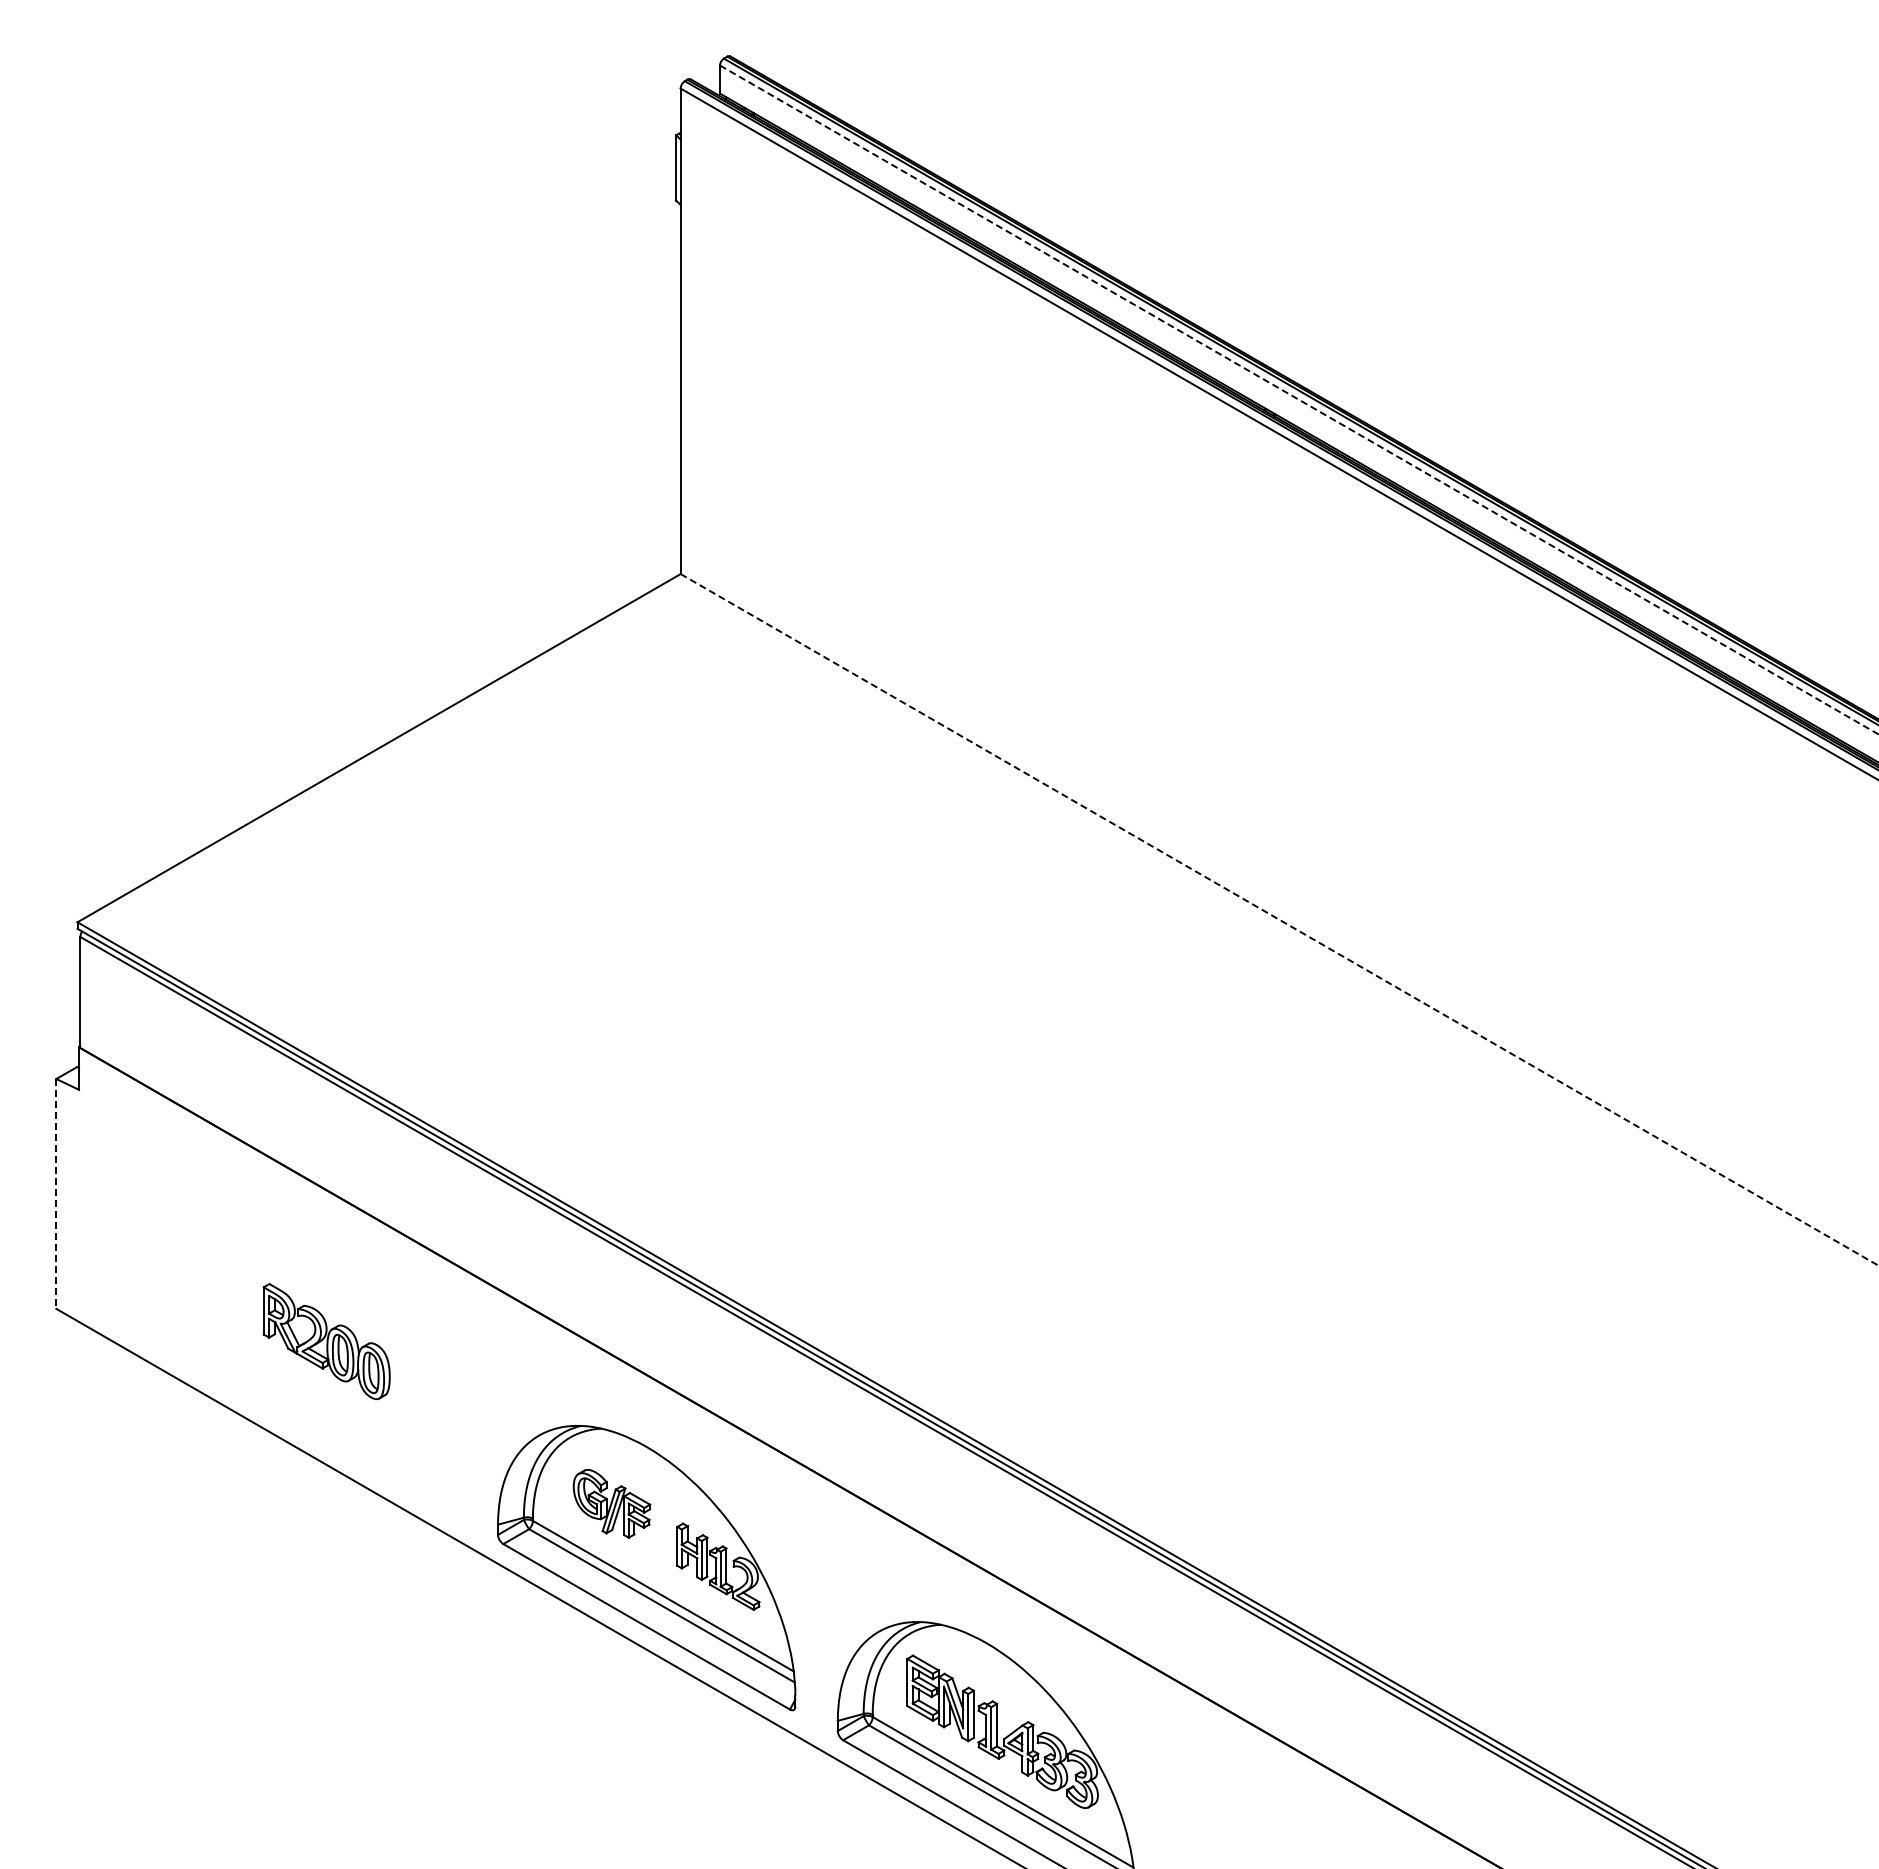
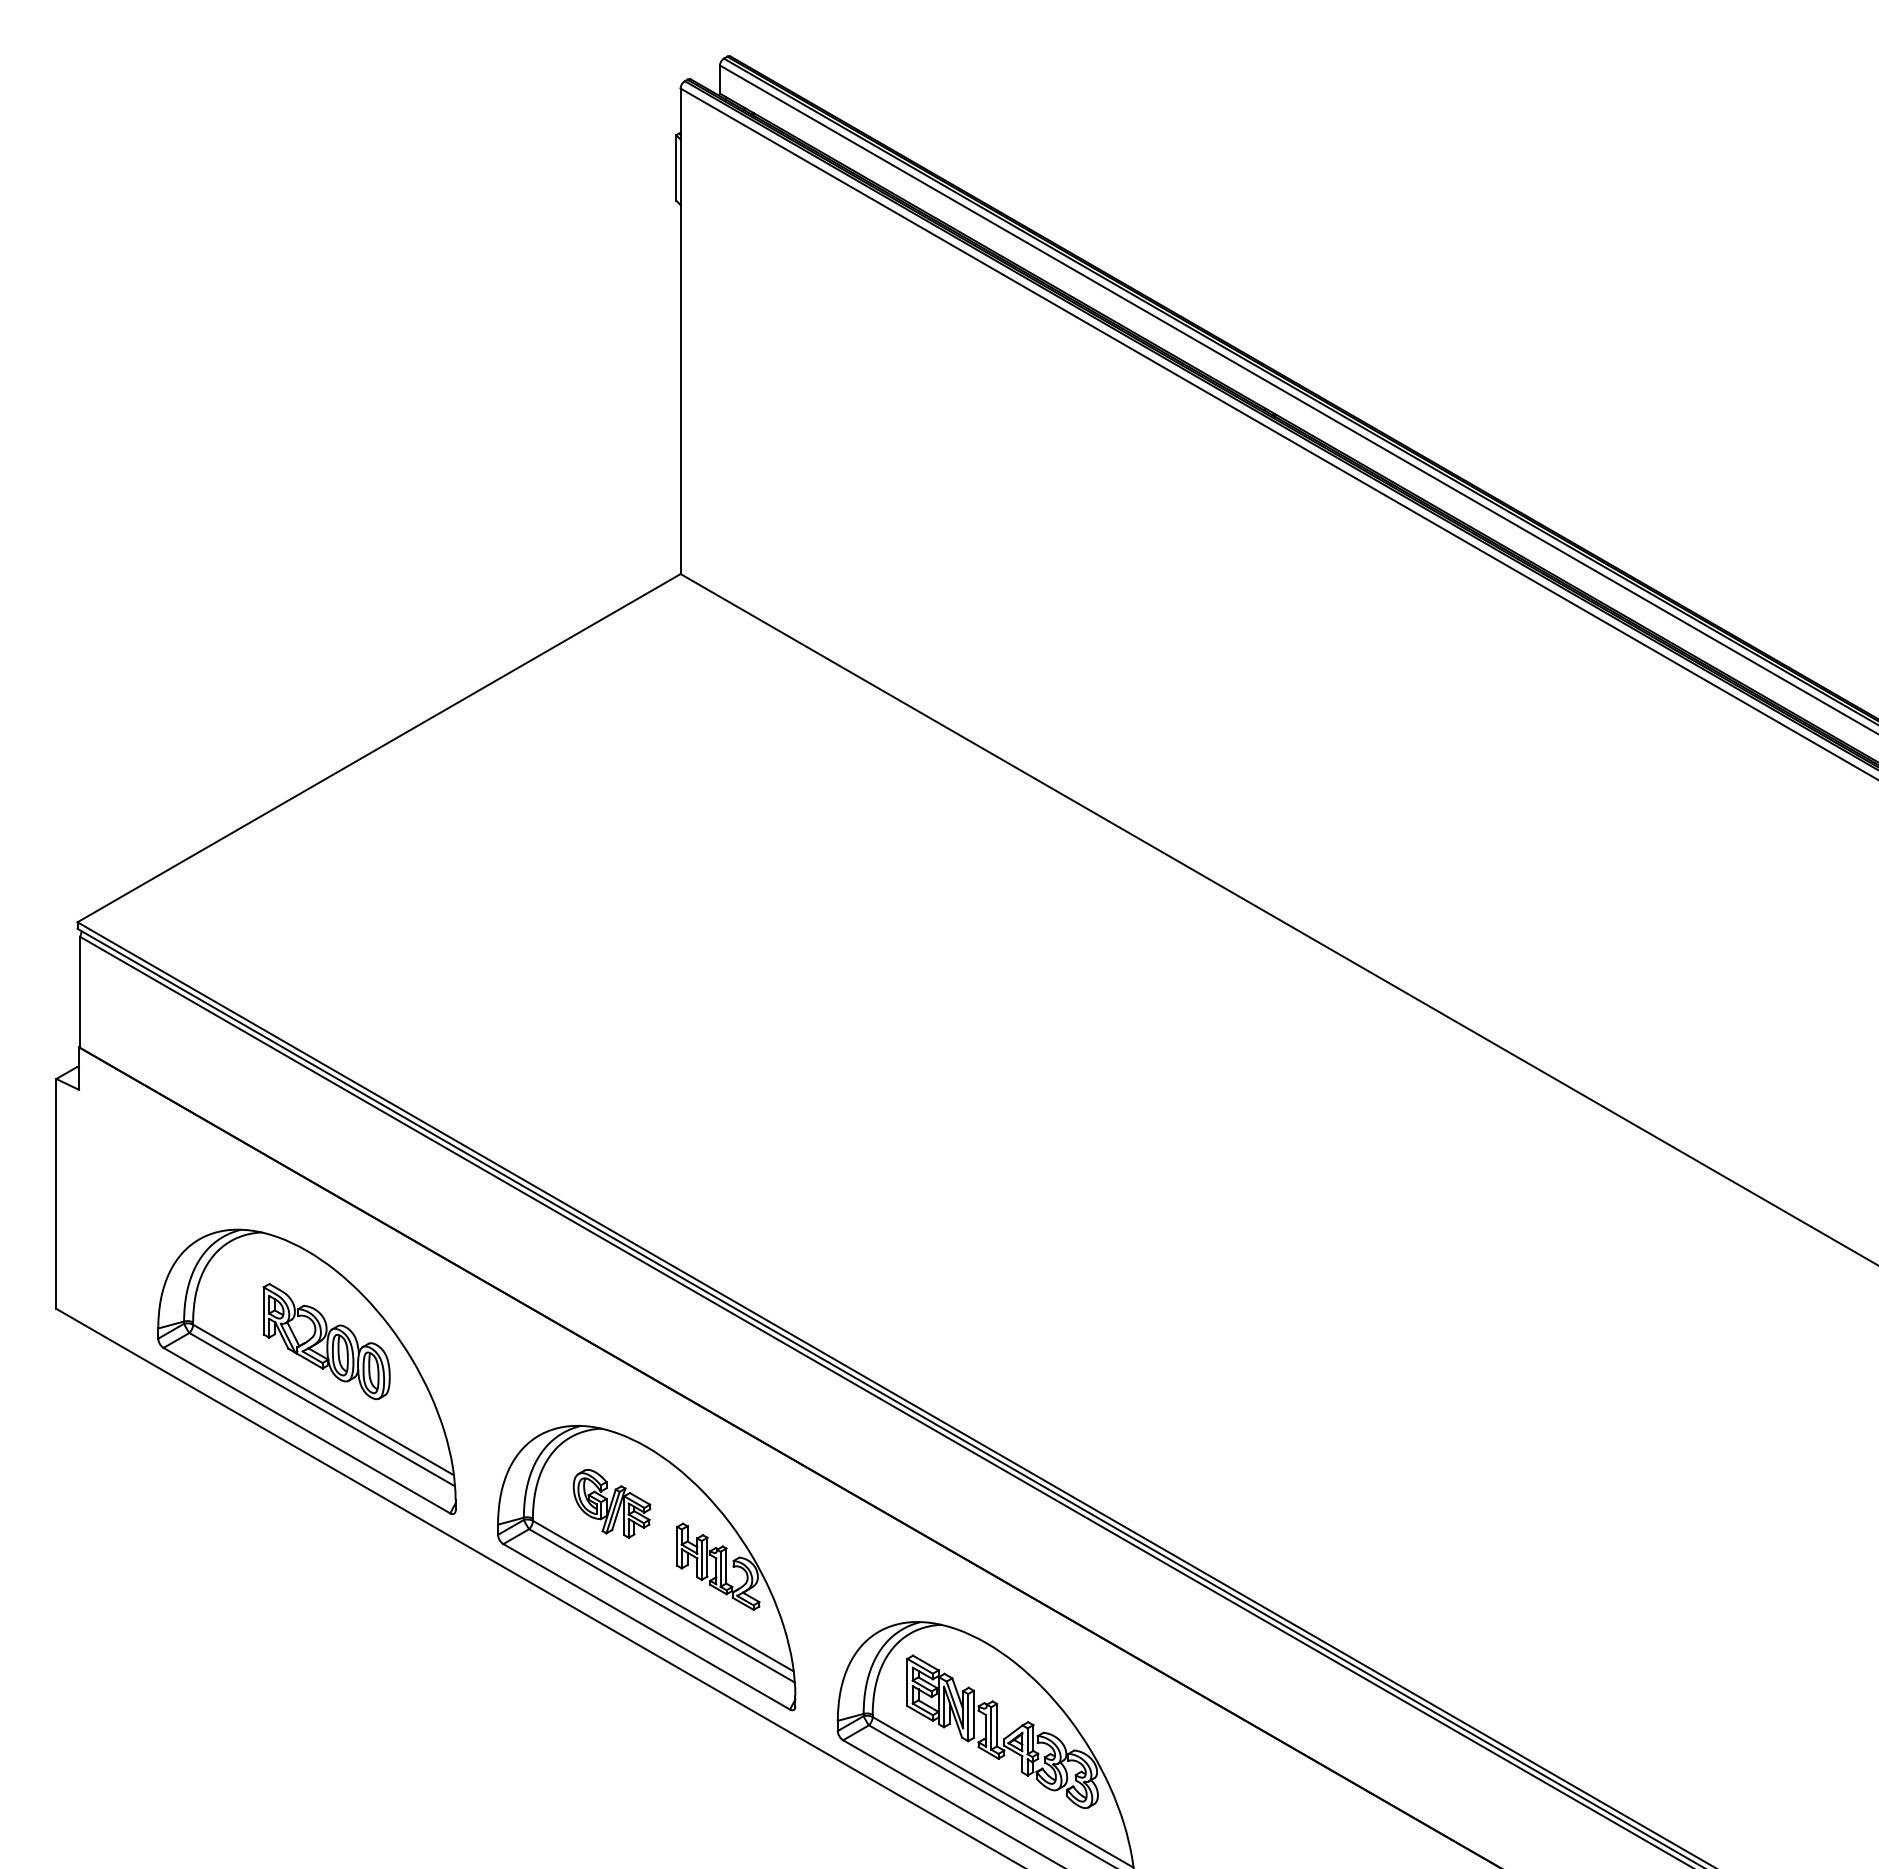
line at (1299, 399): dashed -> solid
line at (1279, 920): dashed -> solid
line at (56, 1193): dashed -> solid
part at (306, 1371): none -> present
